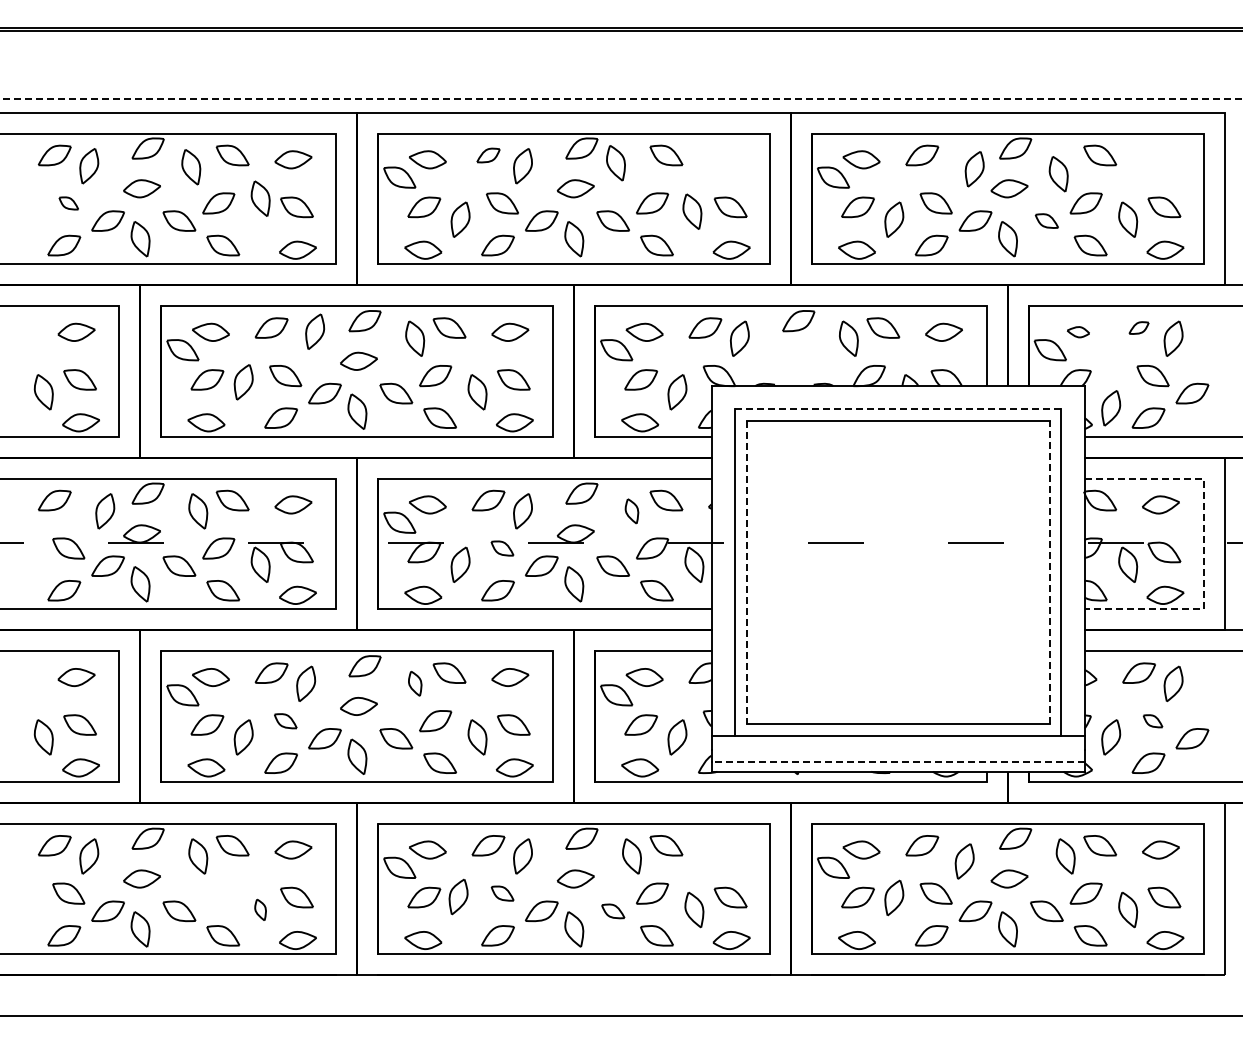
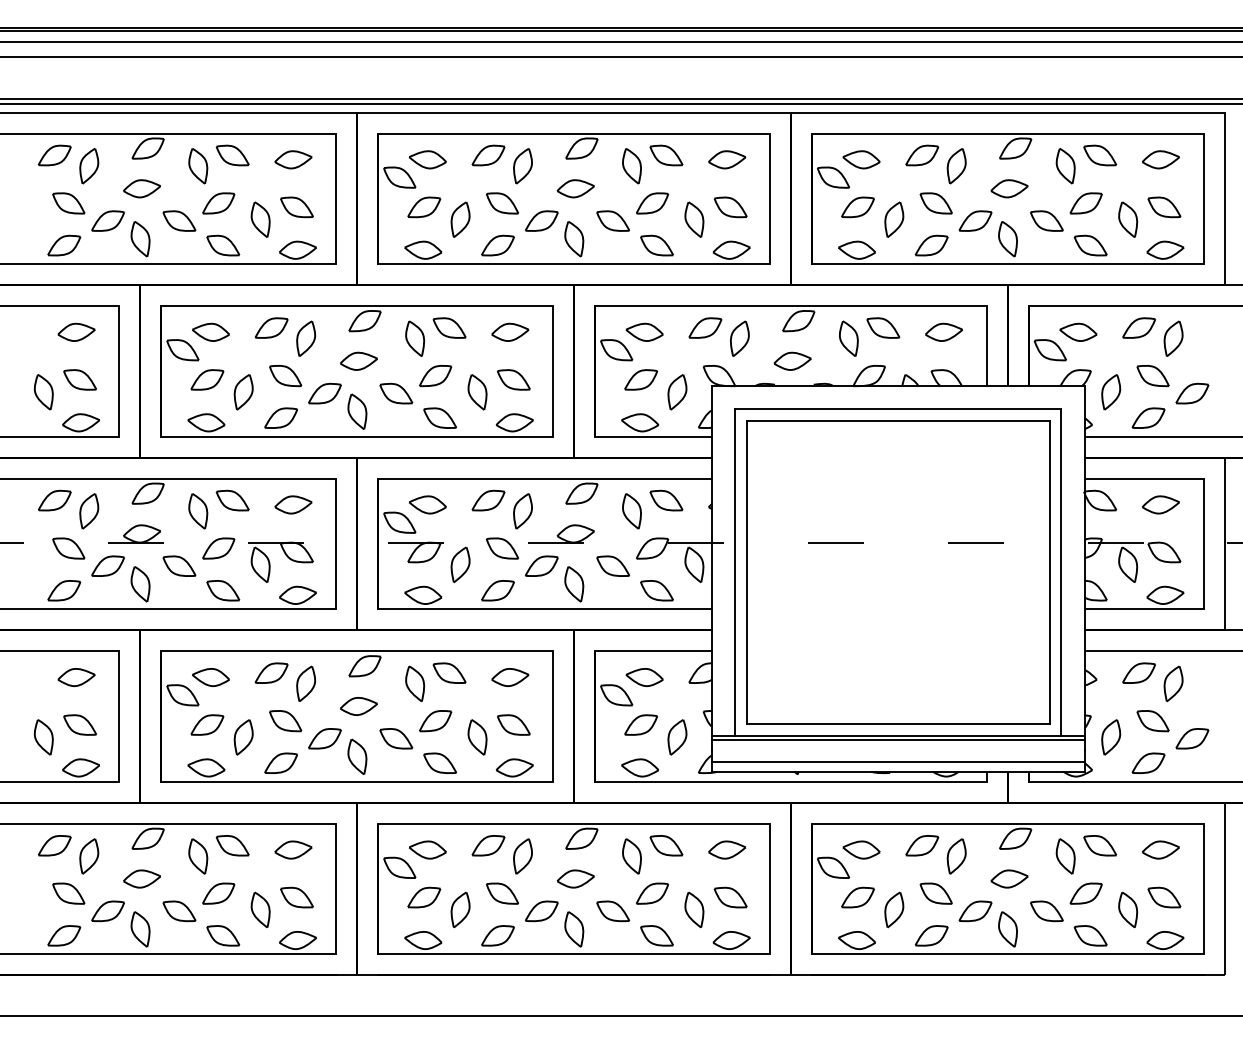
line at (620, 41): none -> present
line at (620, 56): none -> present
line at (621, 98): dashed -> solid
line at (620, 103): none -> present
part at (488, 155) size: 25x17 px -> 35x23 px
part at (727, 159): none -> present
part at (1160, 159): none -> present
part at (615, 163) position: (615, 163) -> (631, 166)
part at (191, 167) position: (191, 167) -> (198, 166)
part at (974, 169) position: (974, 169) -> (956, 166)
part at (1058, 174) position: (1058, 174) -> (1065, 166)
part at (260, 198) position: (260, 198) -> (260, 219)
part at (68, 203) size: 21x15 px -> 34x23 px
part at (692, 211) position: (692, 211) -> (694, 219)
part at (1046, 220) size: 25x16 px -> 34x22 px
part at (1138, 327) size: 22x14 px -> 34x22 px
part at (315, 331) position: (315, 331) -> (306, 338)
part at (1078, 332) size: 23x13 px -> 39x20 px
part at (792, 360): none -> present
part at (243, 382) position: (243, 382) -> (243, 392)
part at (1111, 408) position: (1111, 408) -> (1111, 392)
line at (897, 409): dashed -> solid
part at (105, 511) position: (105, 511) -> (89, 511)
part at (631, 511) size: 16x27 px -> 20x37 px
line at (1203, 544): dashed -> solid
part at (502, 548) size: 25x17 px -> 33x23 px
line at (746, 572): dashed -> solid
line at (1049, 572): dashed -> solid
part at (415, 683) size: 15x27 px -> 21x37 px
part at (285, 721) size: 24x17 px -> 34x23 px
part at (1152, 721) size: 22x15 px -> 34x23 px
line at (897, 740): none -> present
line at (898, 762): dashed -> solid
part at (727, 849): none -> present
part at (964, 861) position: (964, 861) -> (956, 856)
part at (218, 893): none -> present
part at (502, 893) size: 25x17 px -> 34x23 px
part at (458, 896) position: (458, 896) -> (460, 909)
part at (894, 897) position: (894, 897) -> (894, 909)
part at (260, 909) size: 13x23 px -> 21x38 px
part at (613, 911) size: 25x17 px -> 35x23 px
